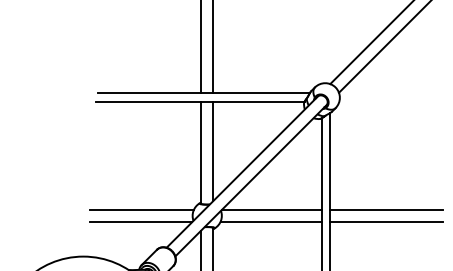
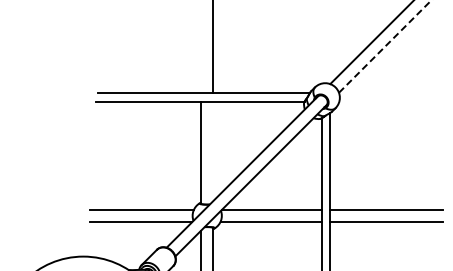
line at (385, 46): solid -> dashed
line at (201, 47): present -> none
line at (213, 151): present -> none
